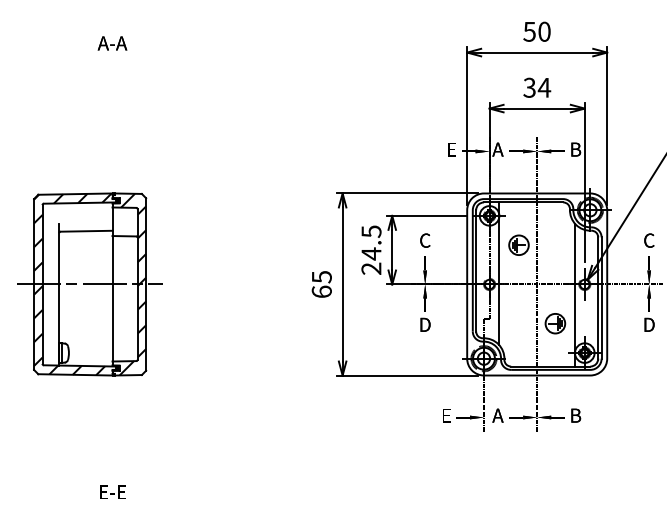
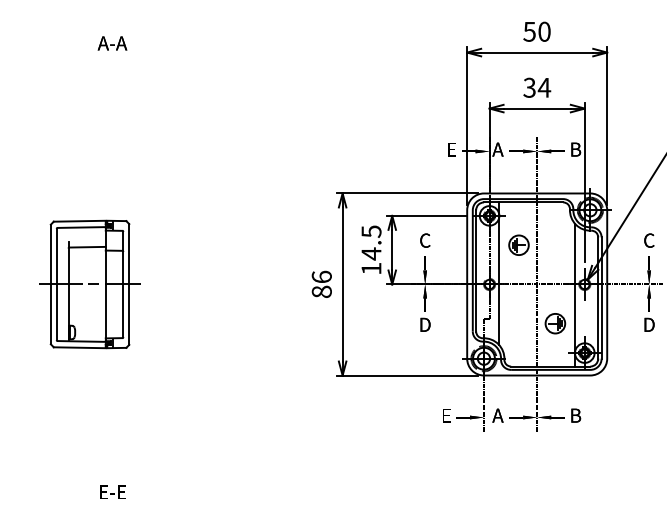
text at (371, 268): 24.5 -> 14.5
text at (321, 283): 65 -> 86
part at (89, 284) size: 146x185 px -> 102x131 px
